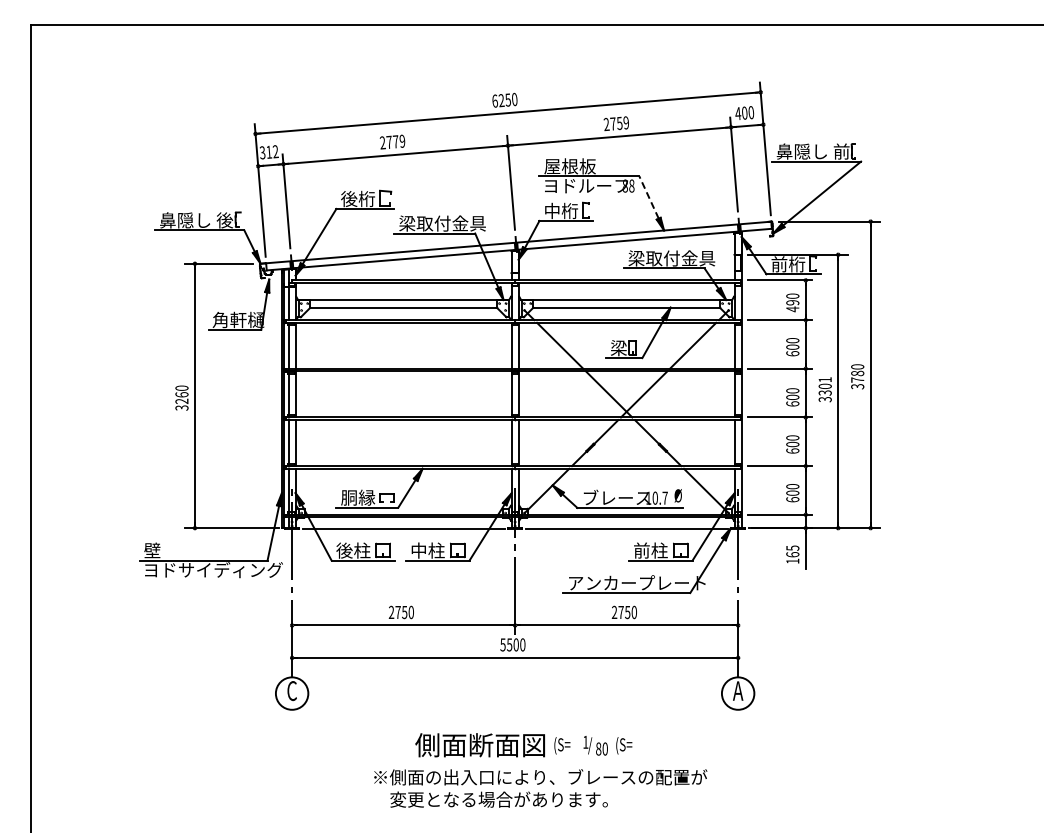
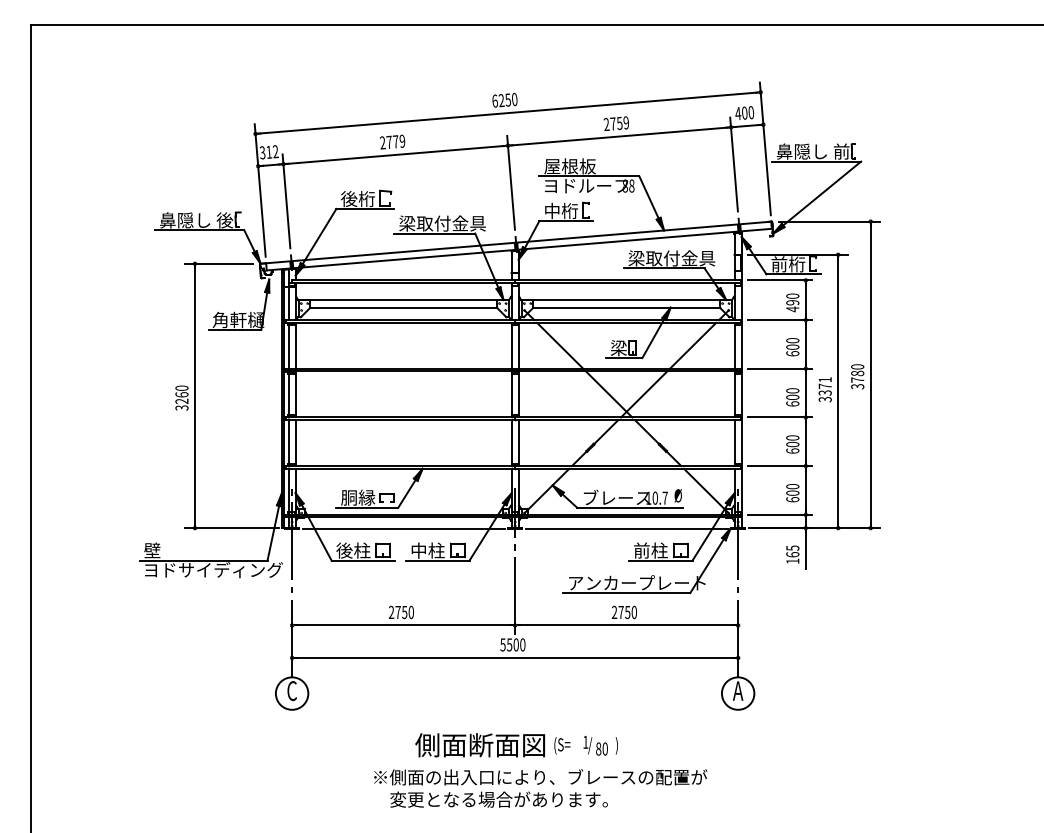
line at (648, 197): dashed -> solid
text at (824, 386): 3301 -> 3371
text at (623, 745): (S= -> )
